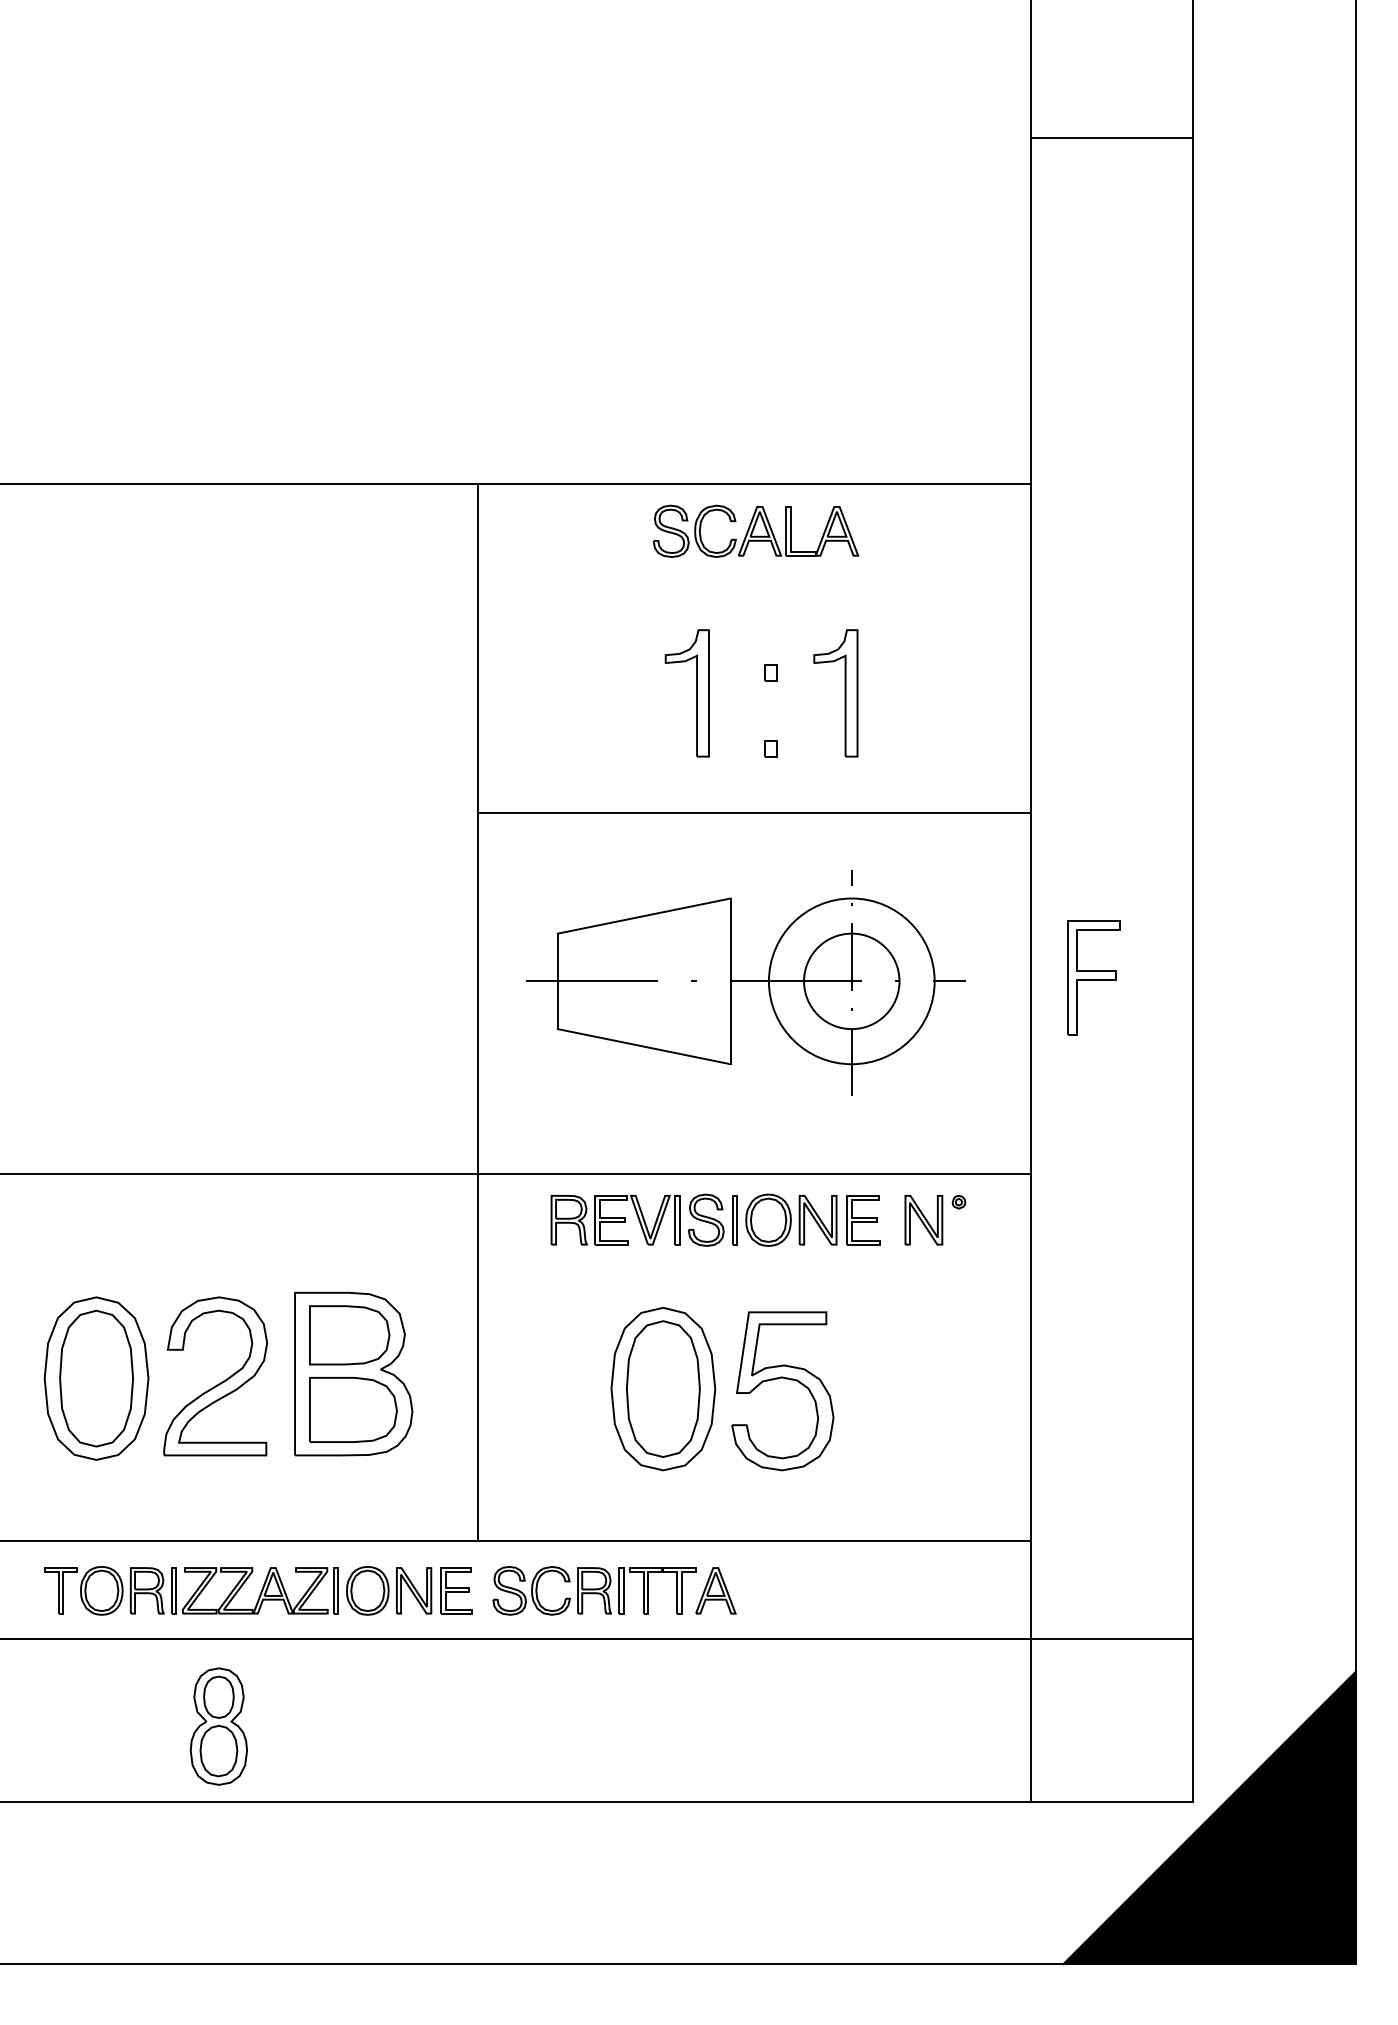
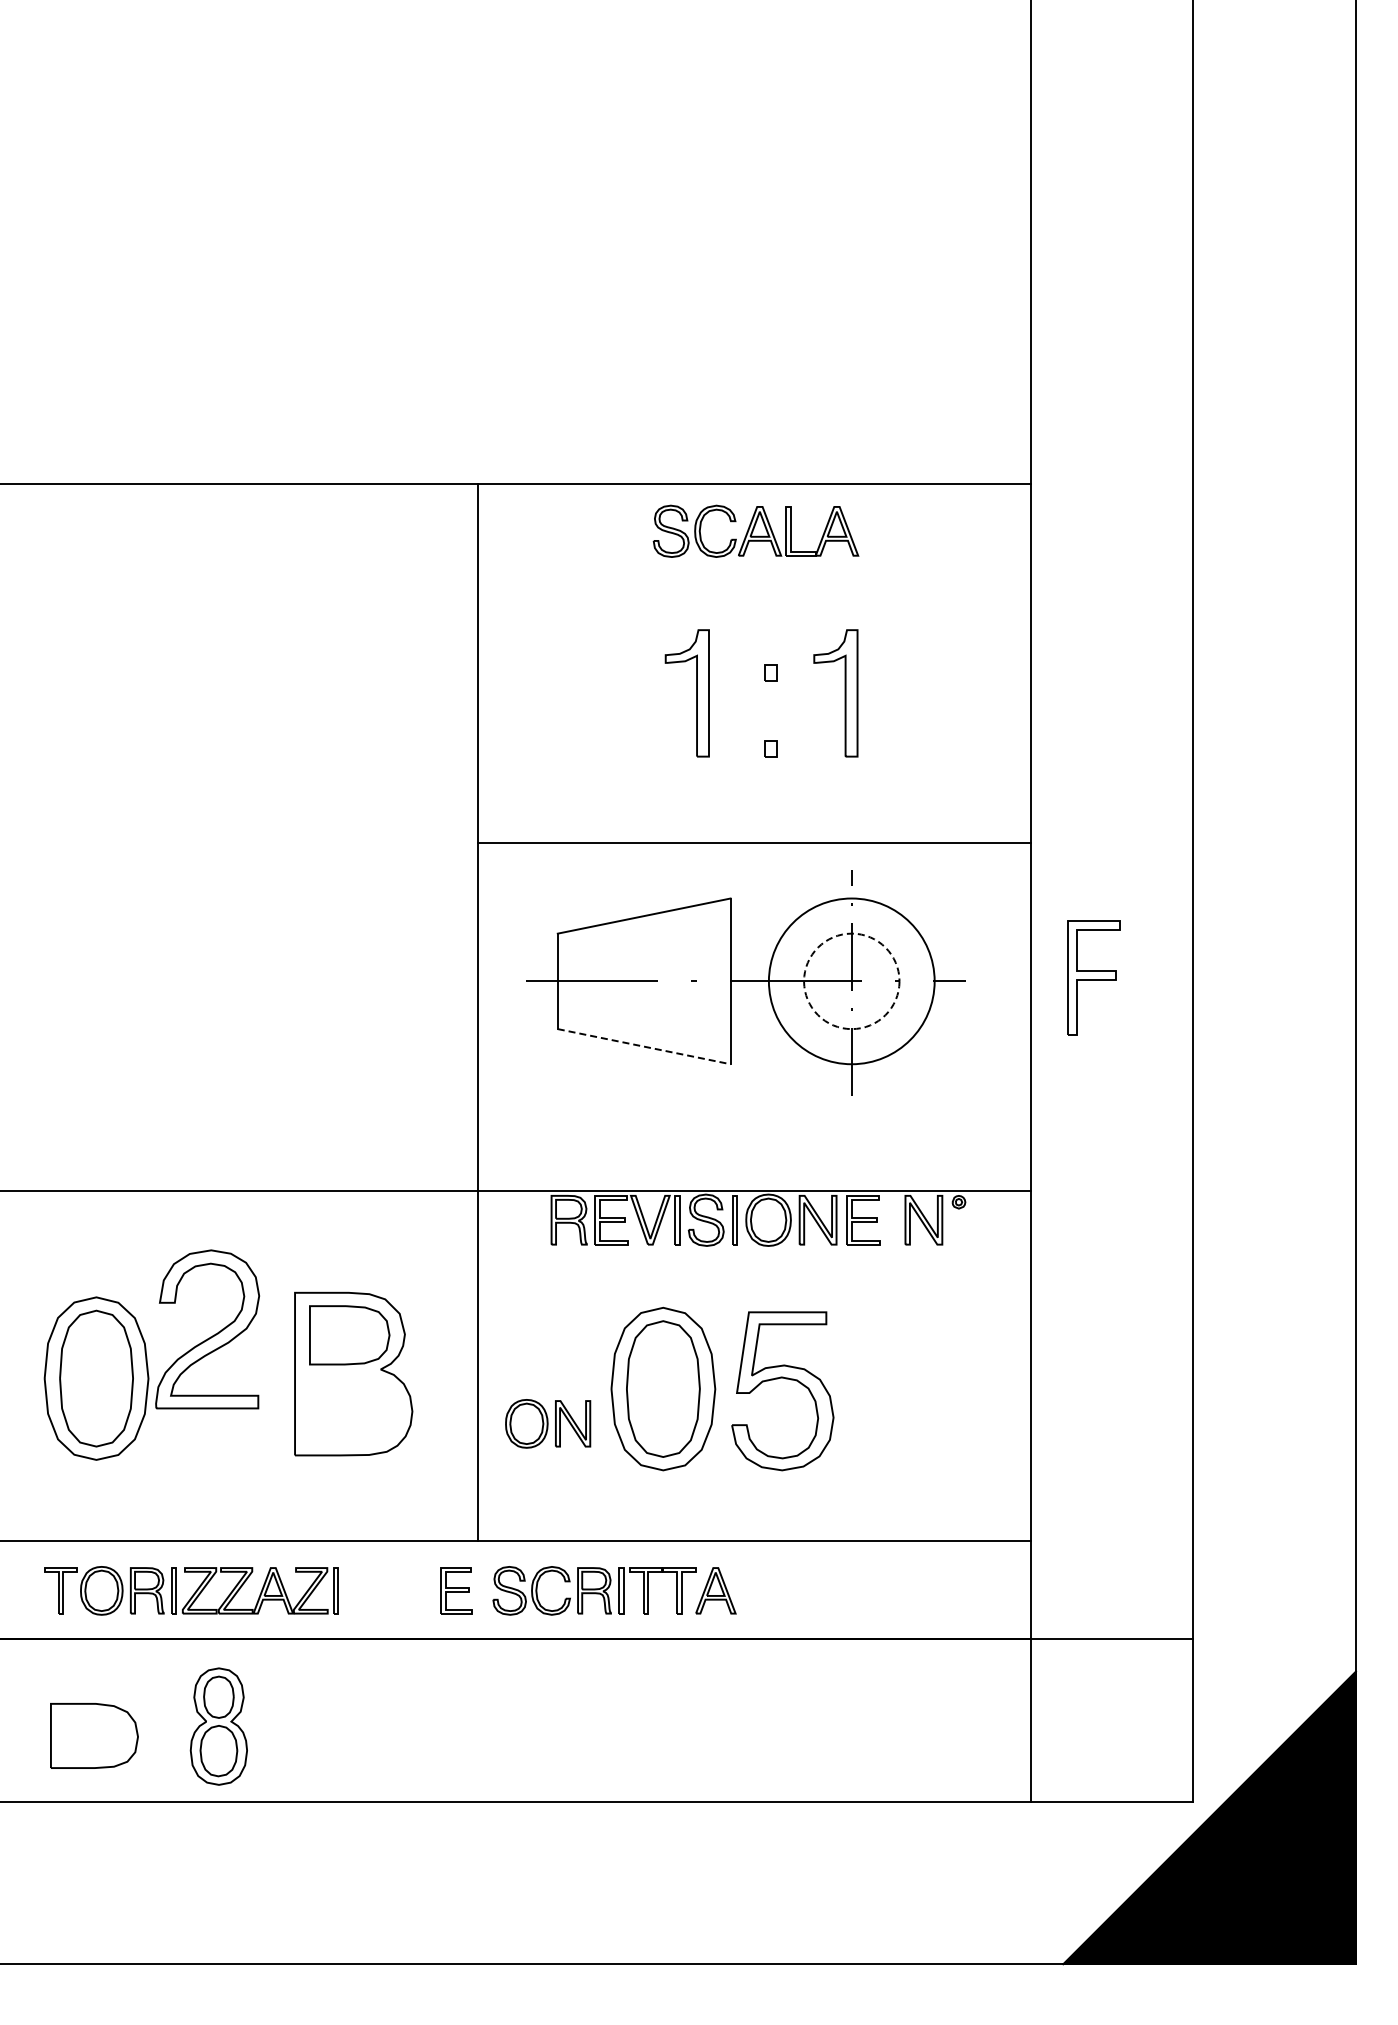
line at (1111, 137): present -> none
line at (753, 813) position: (753, 813) -> (753, 843)
circle at (851, 981): solid -> dashed
line at (644, 1046): solid -> dashed
line at (516, 1173) position: (516, 1173) -> (516, 1190)
part at (218, 1383) position: (218, 1383) -> (210, 1336)
part at (353, 1409) position: (353, 1409) -> (94, 1735)
part at (389, 1590) position: (389, 1590) -> (548, 1423)
